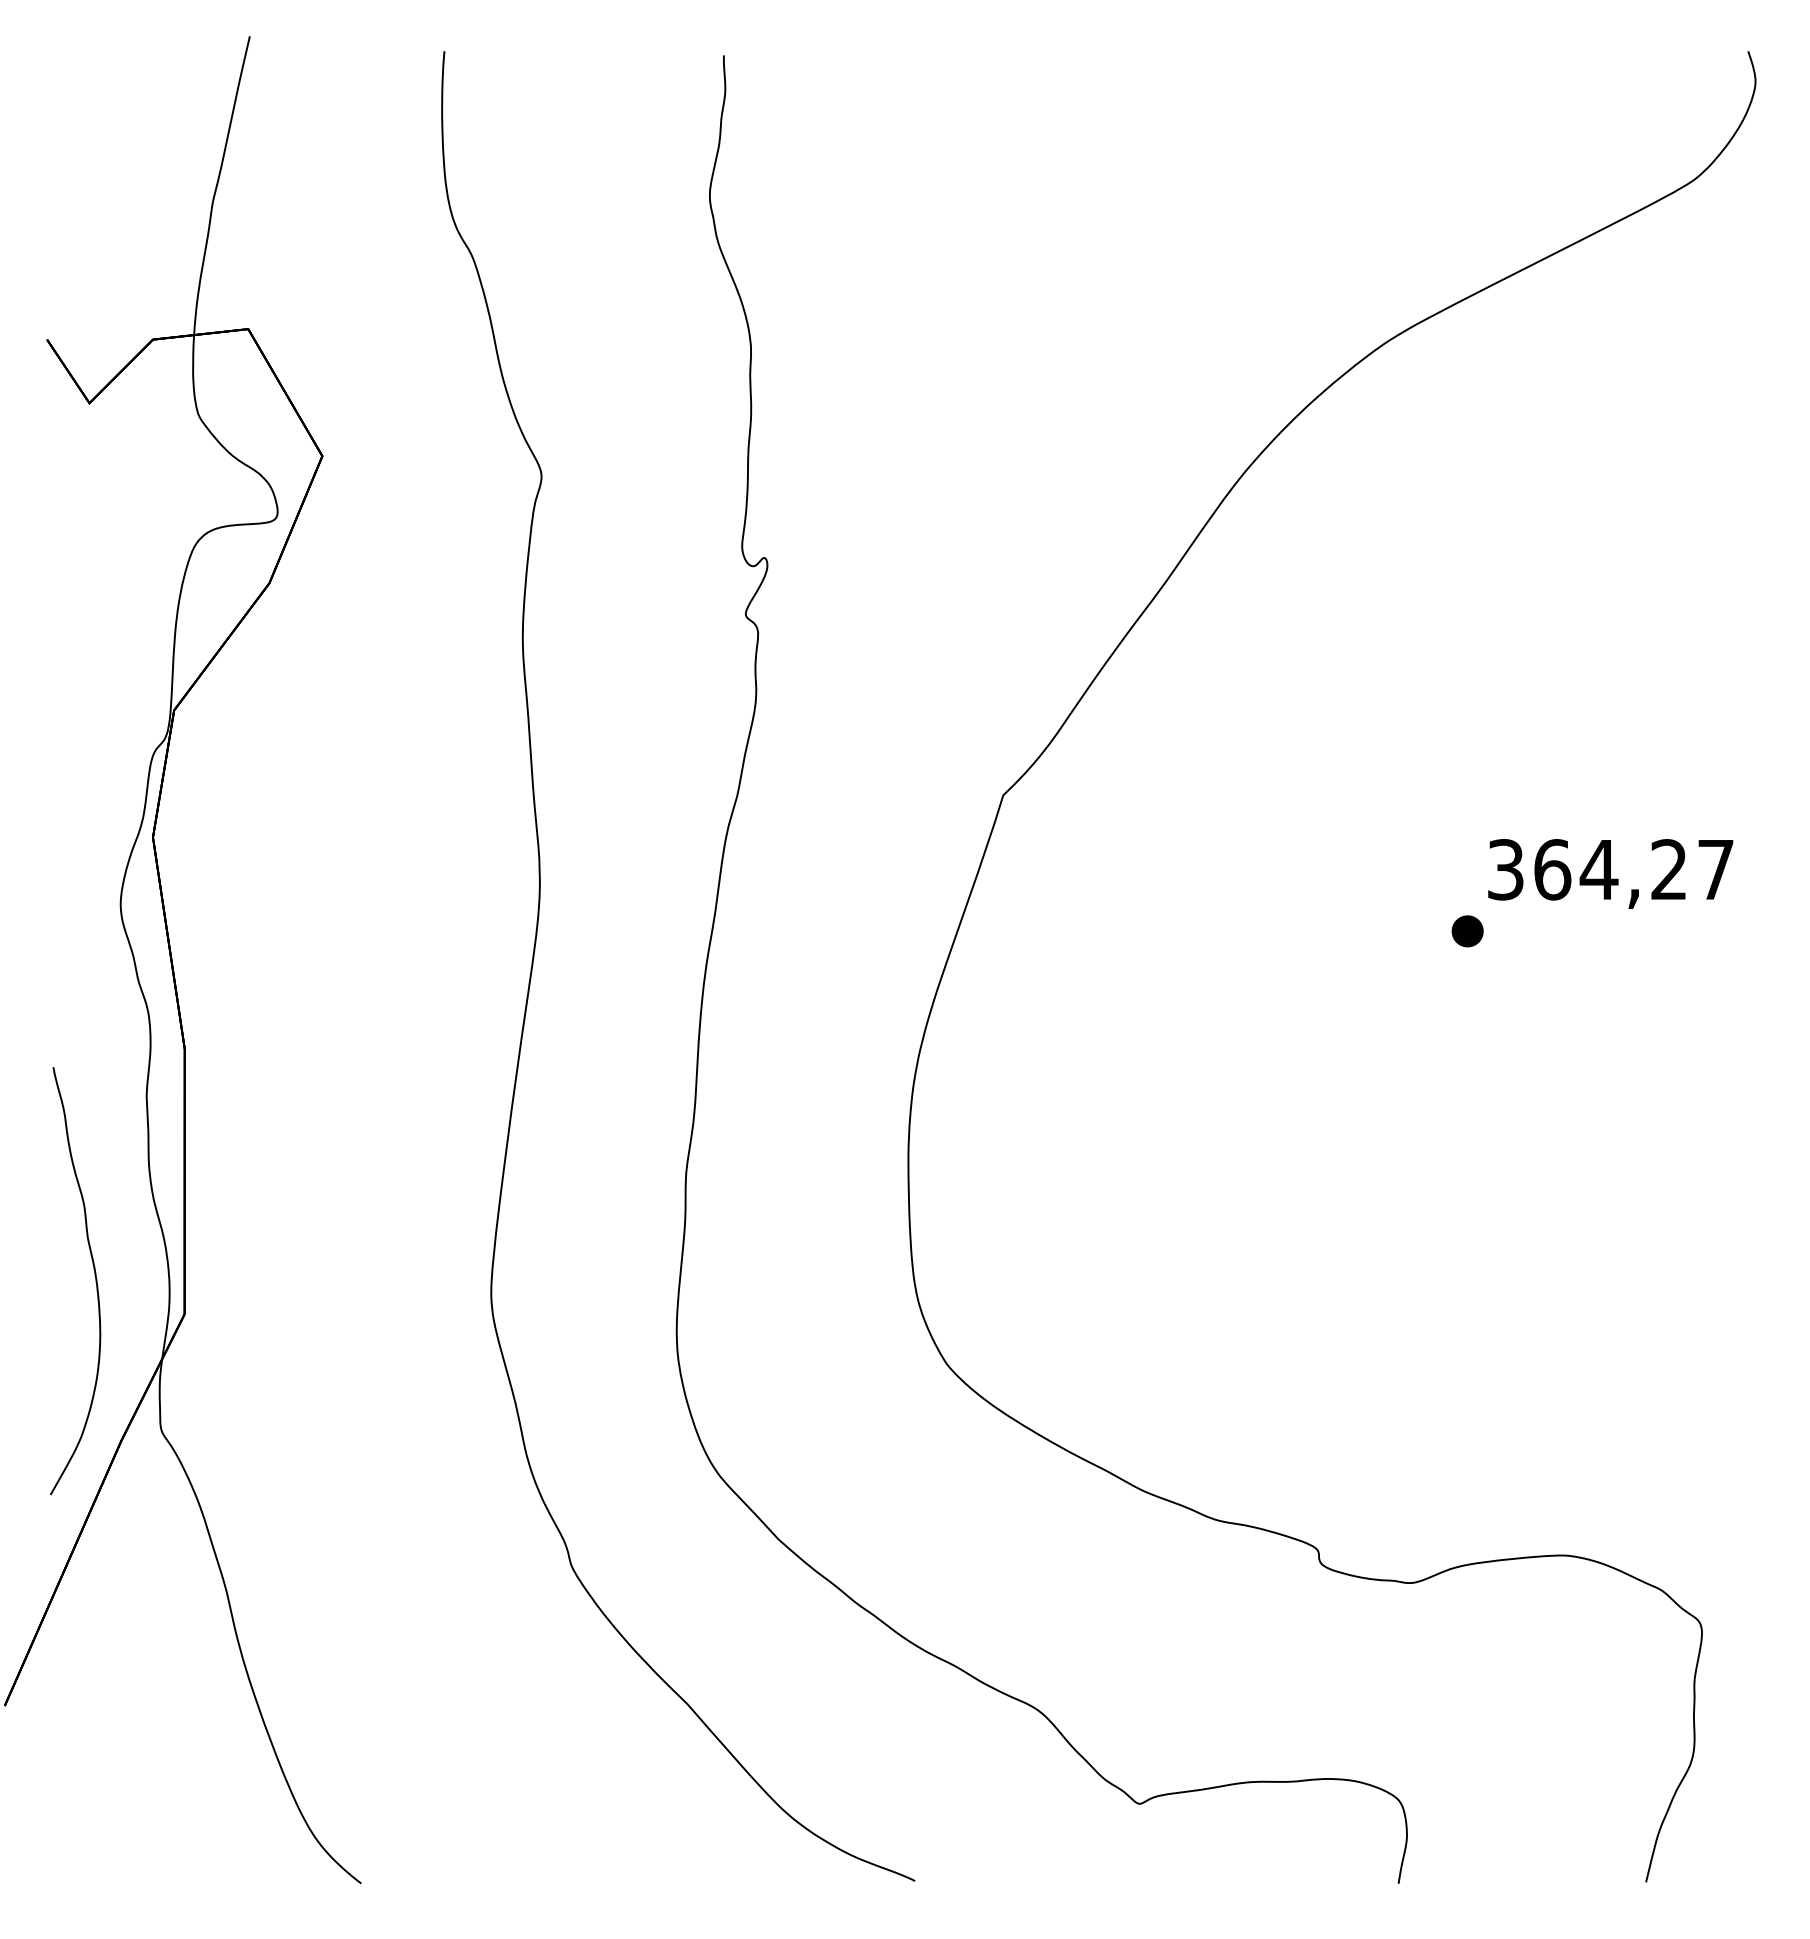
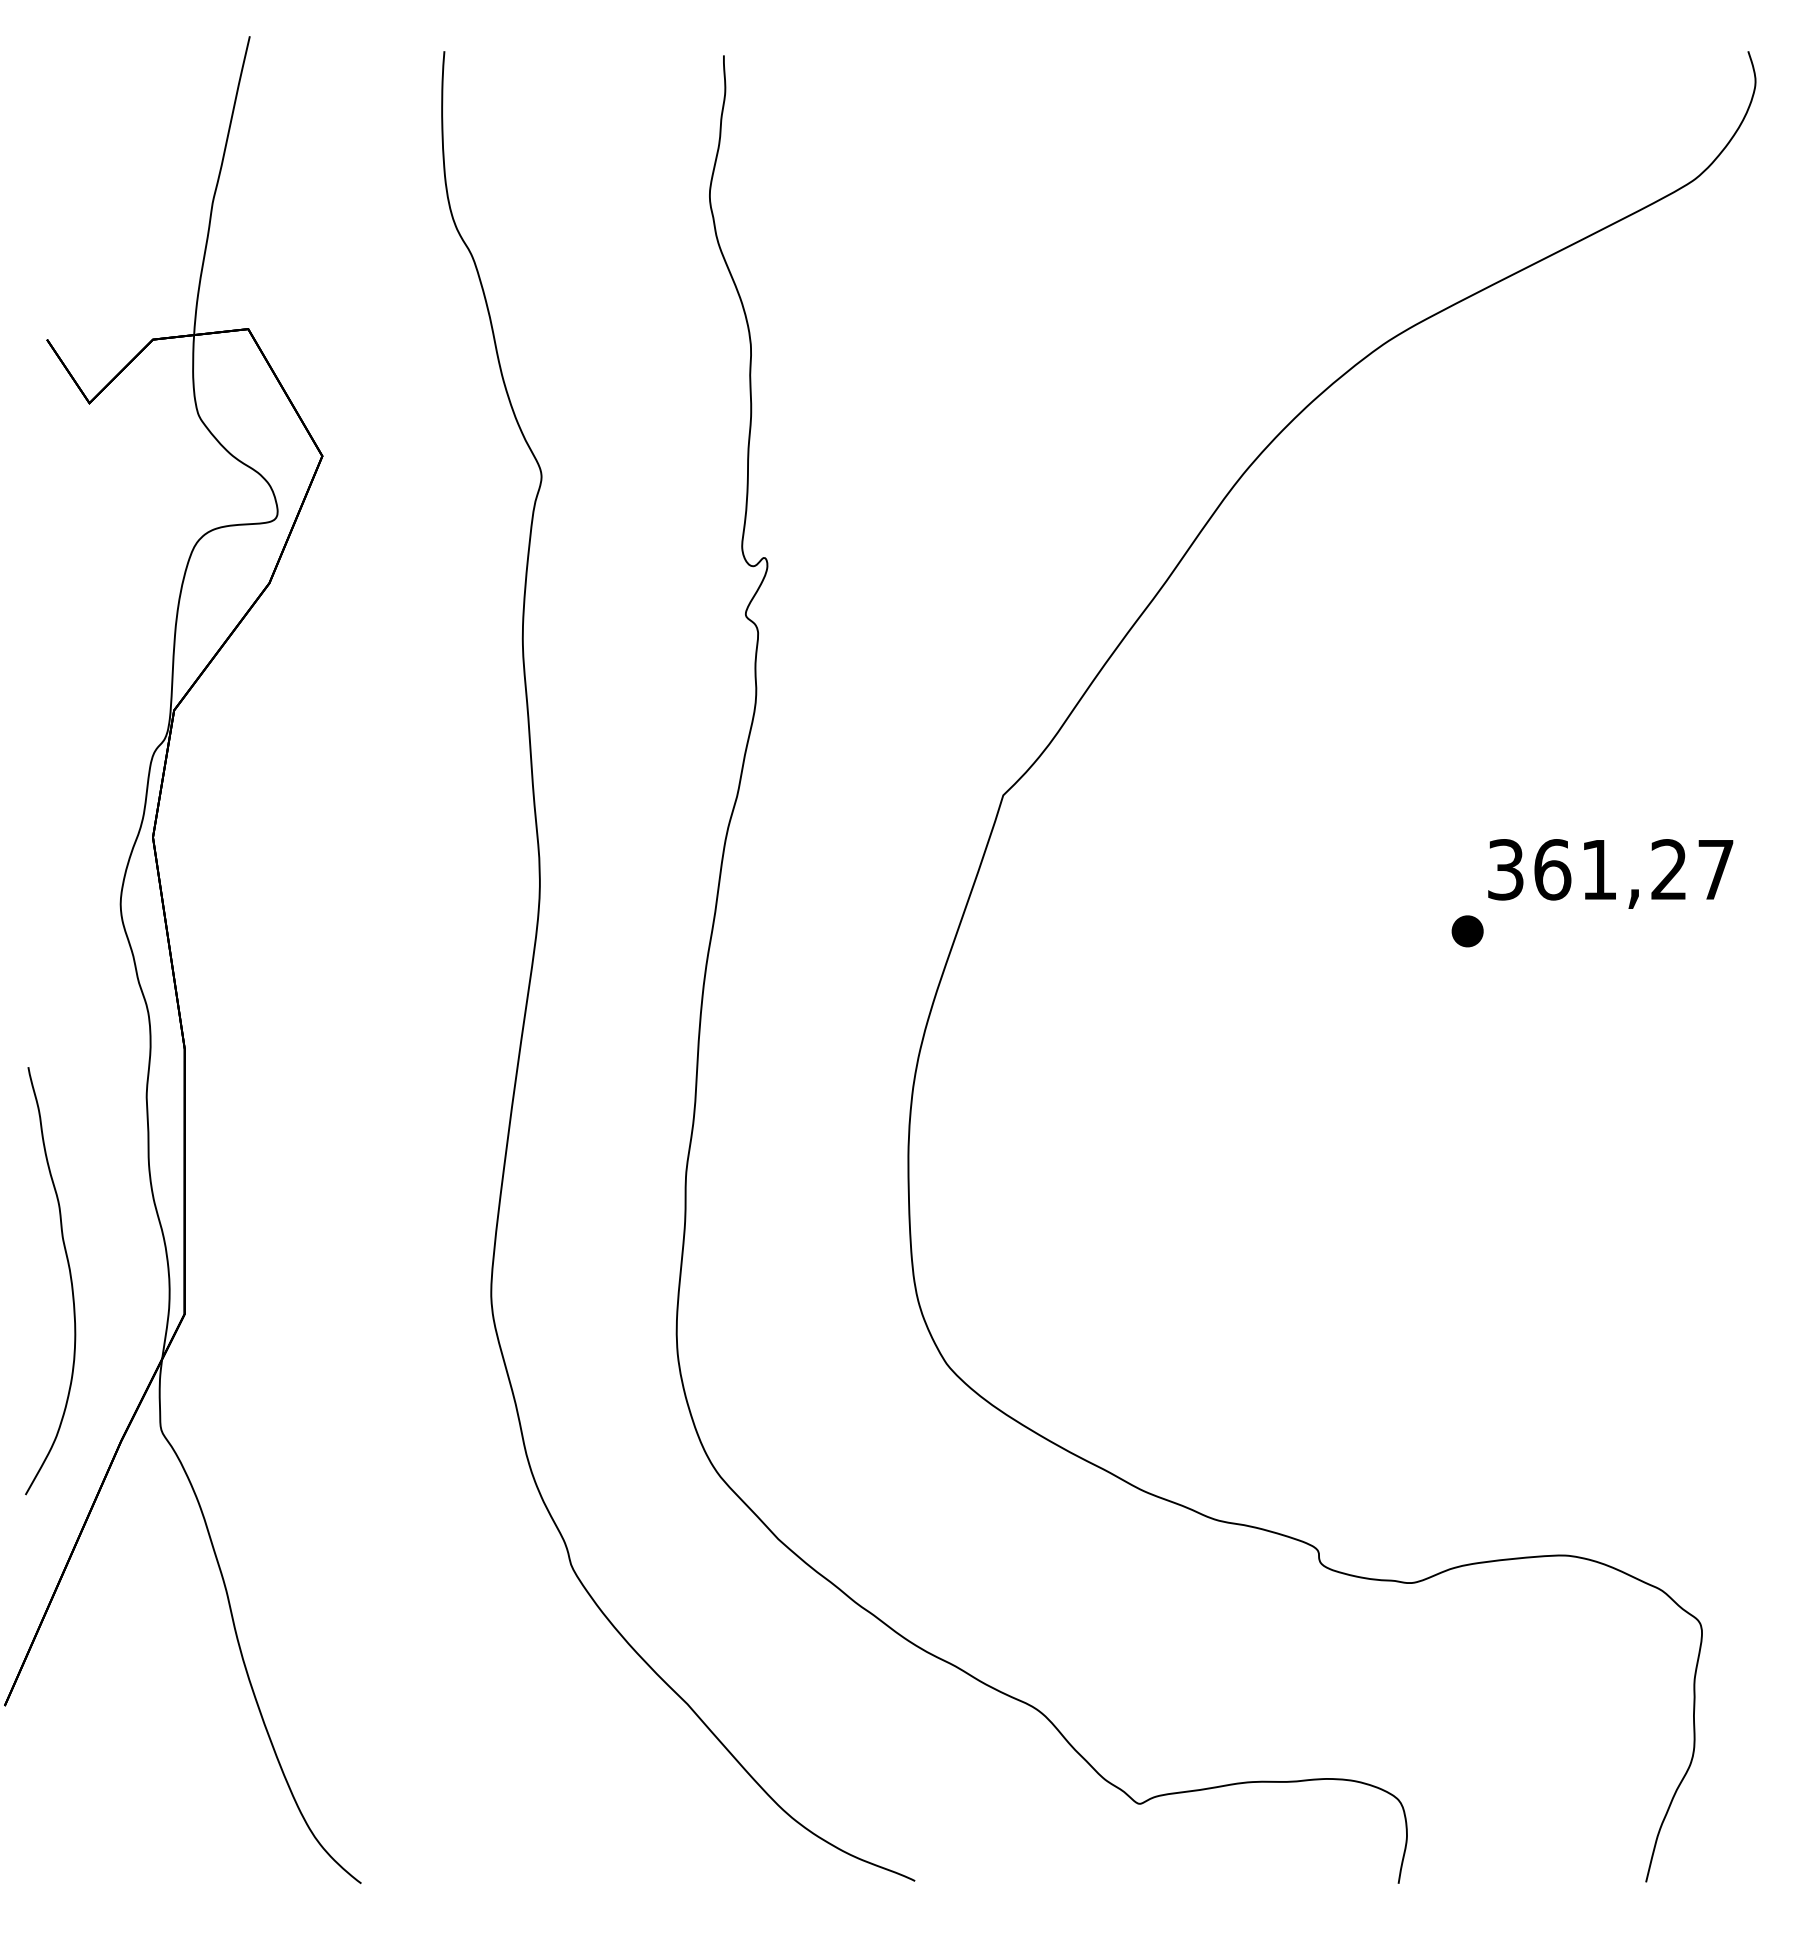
text at (1598, 869): 364,27 -> 361,27
curve at (94, 1275) position: (94, 1275) -> (69, 1275)
